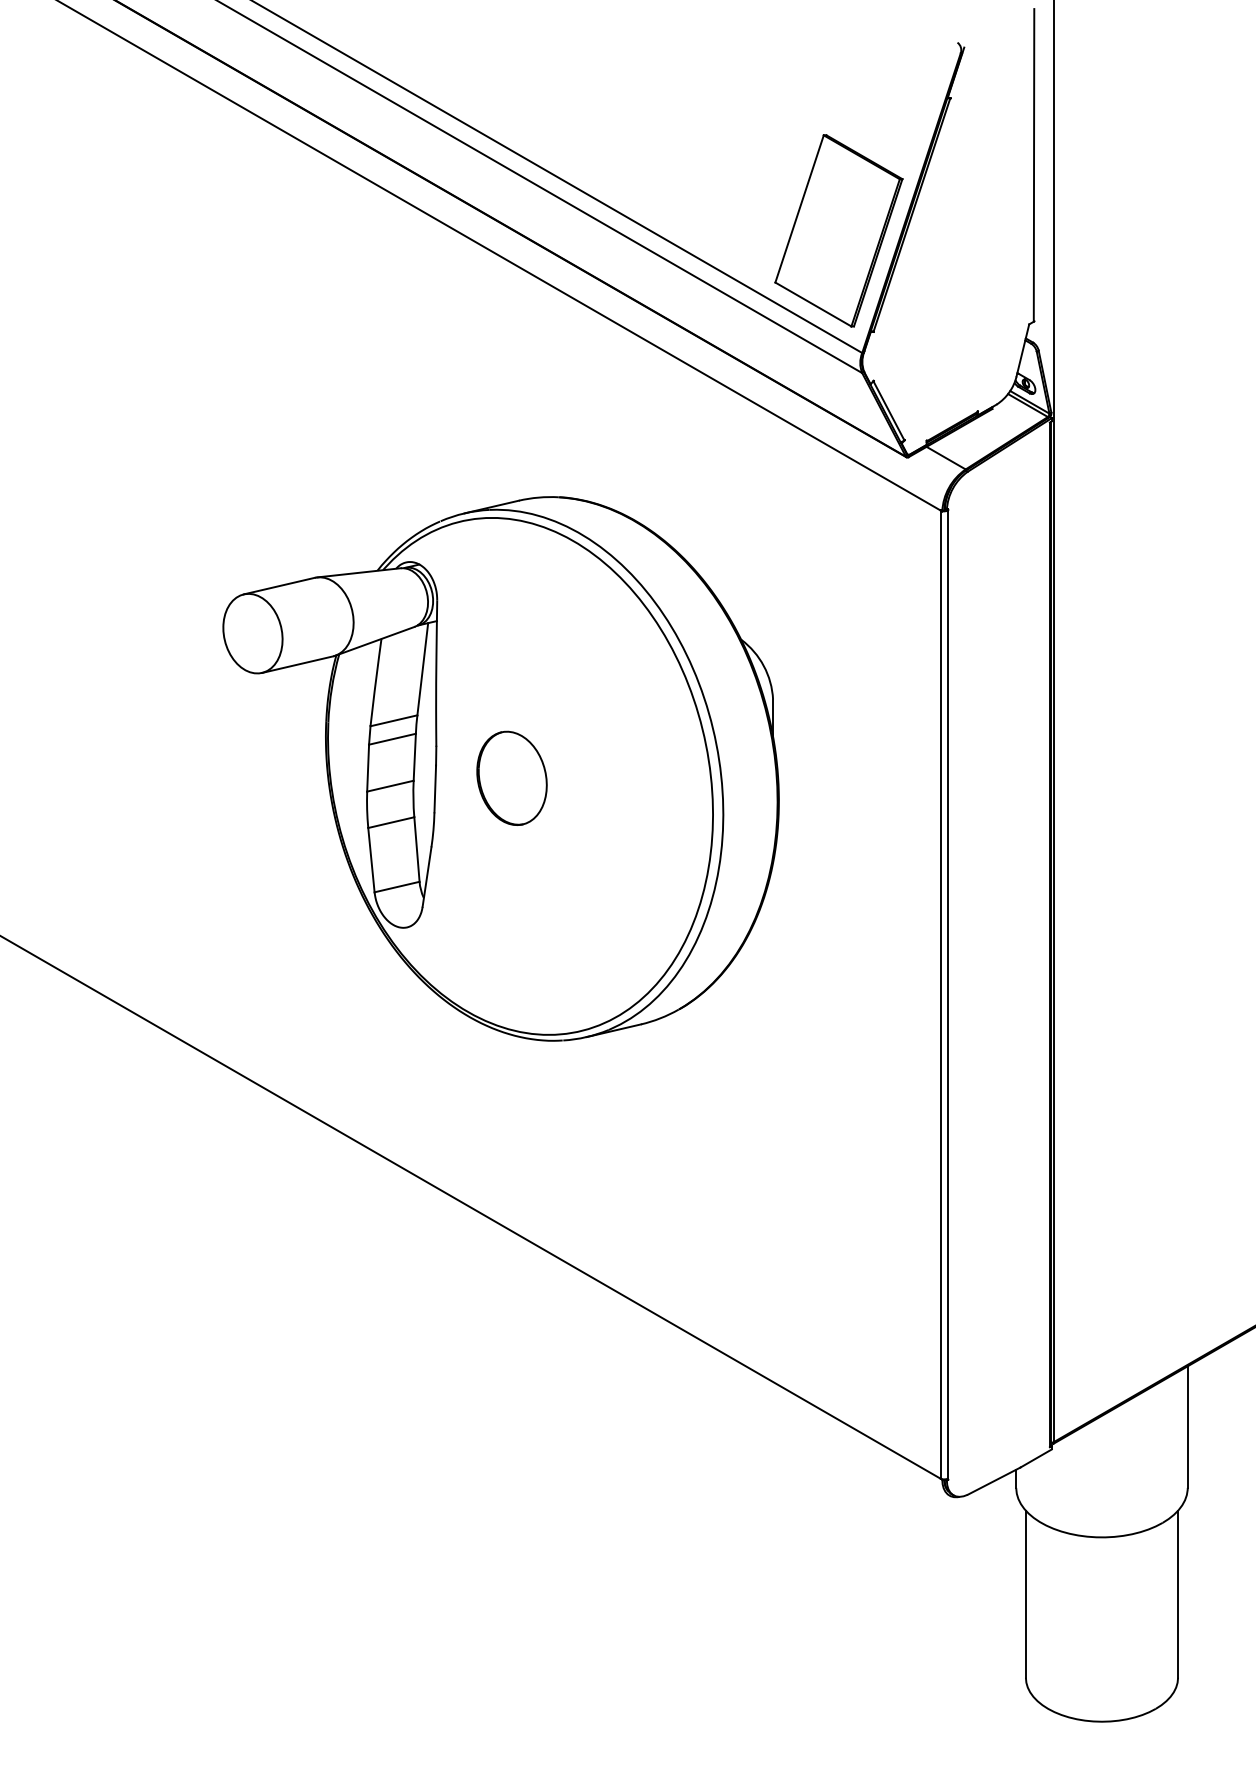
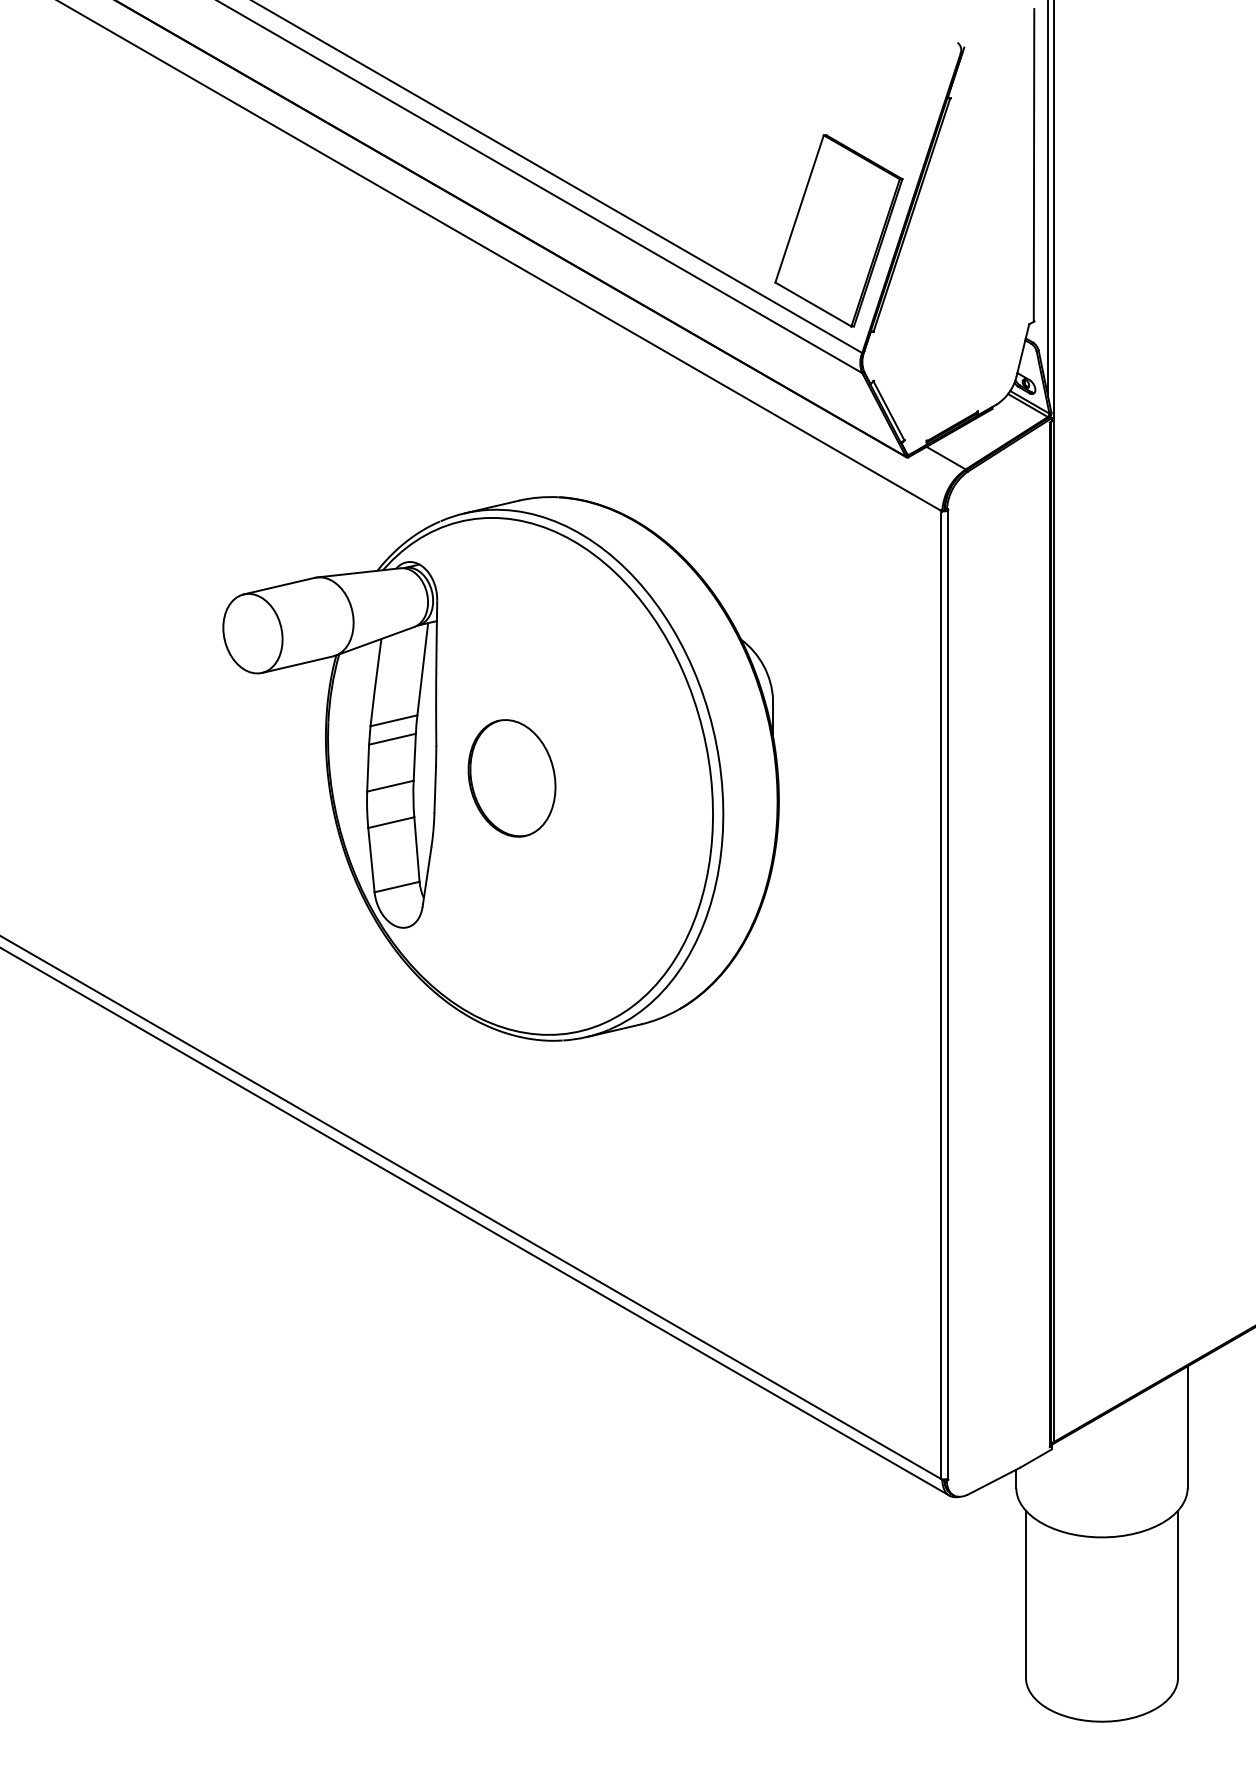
line at (1048, 199): none -> present
part at (511, 777) size: 72x96 px -> 90x119 px
line at (475, 1222): none -> present
